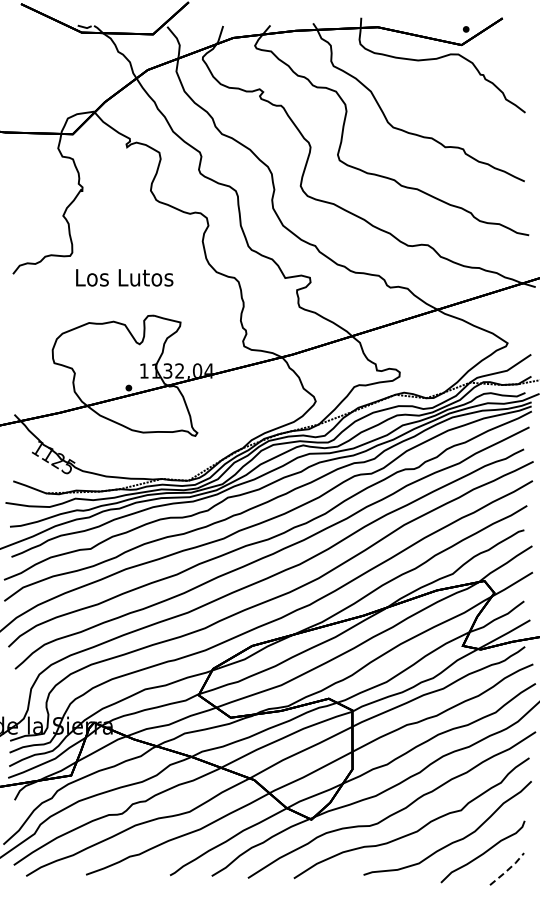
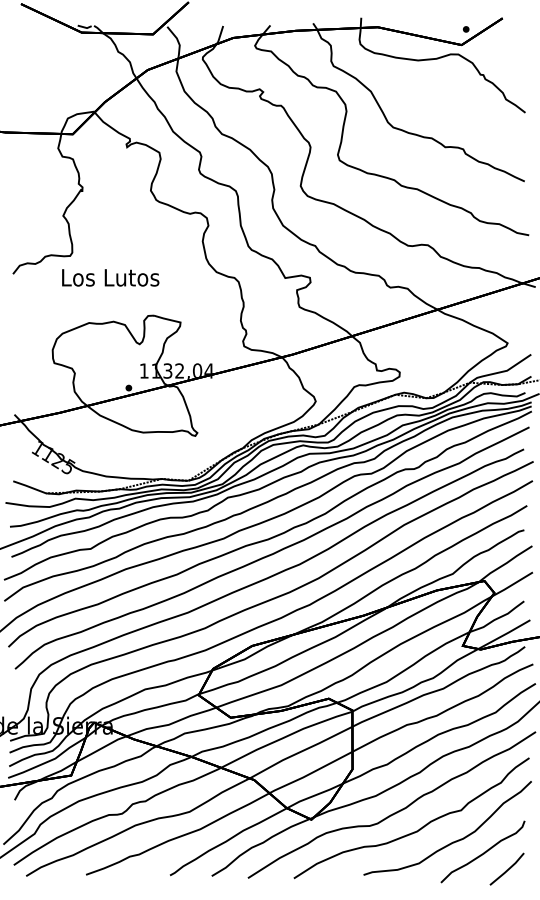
text at (124, 277) position: (124, 277) -> (110, 277)
line at (508, 869): dashed -> solid
